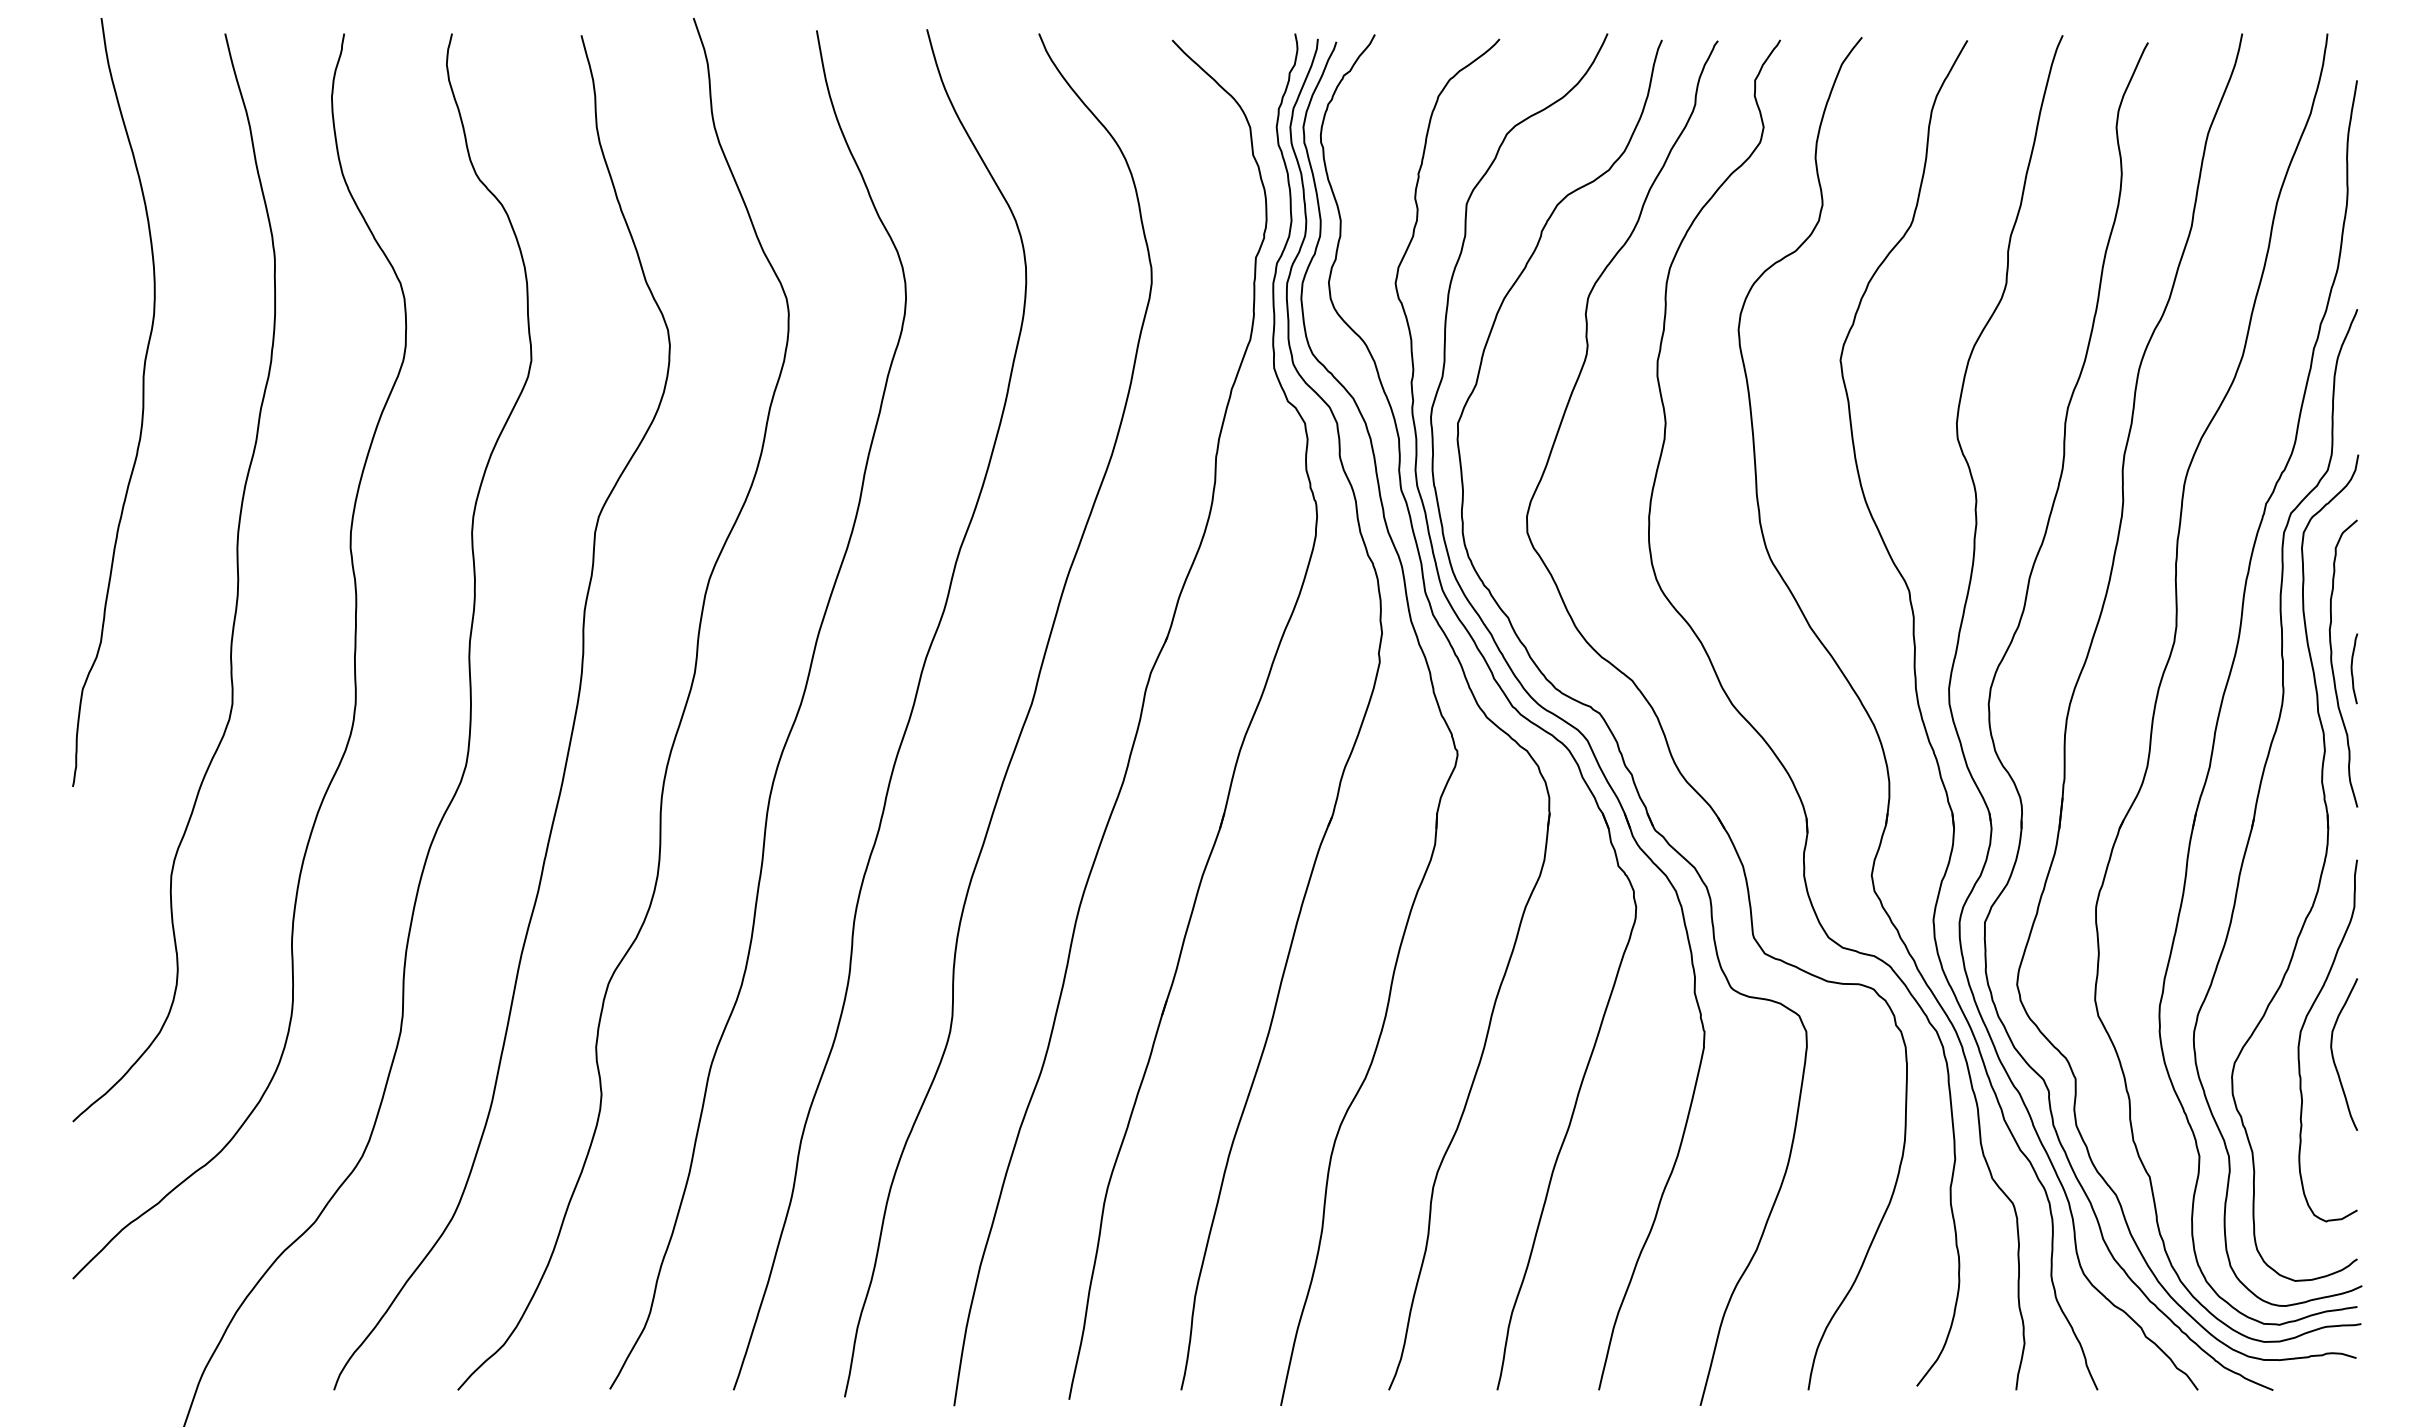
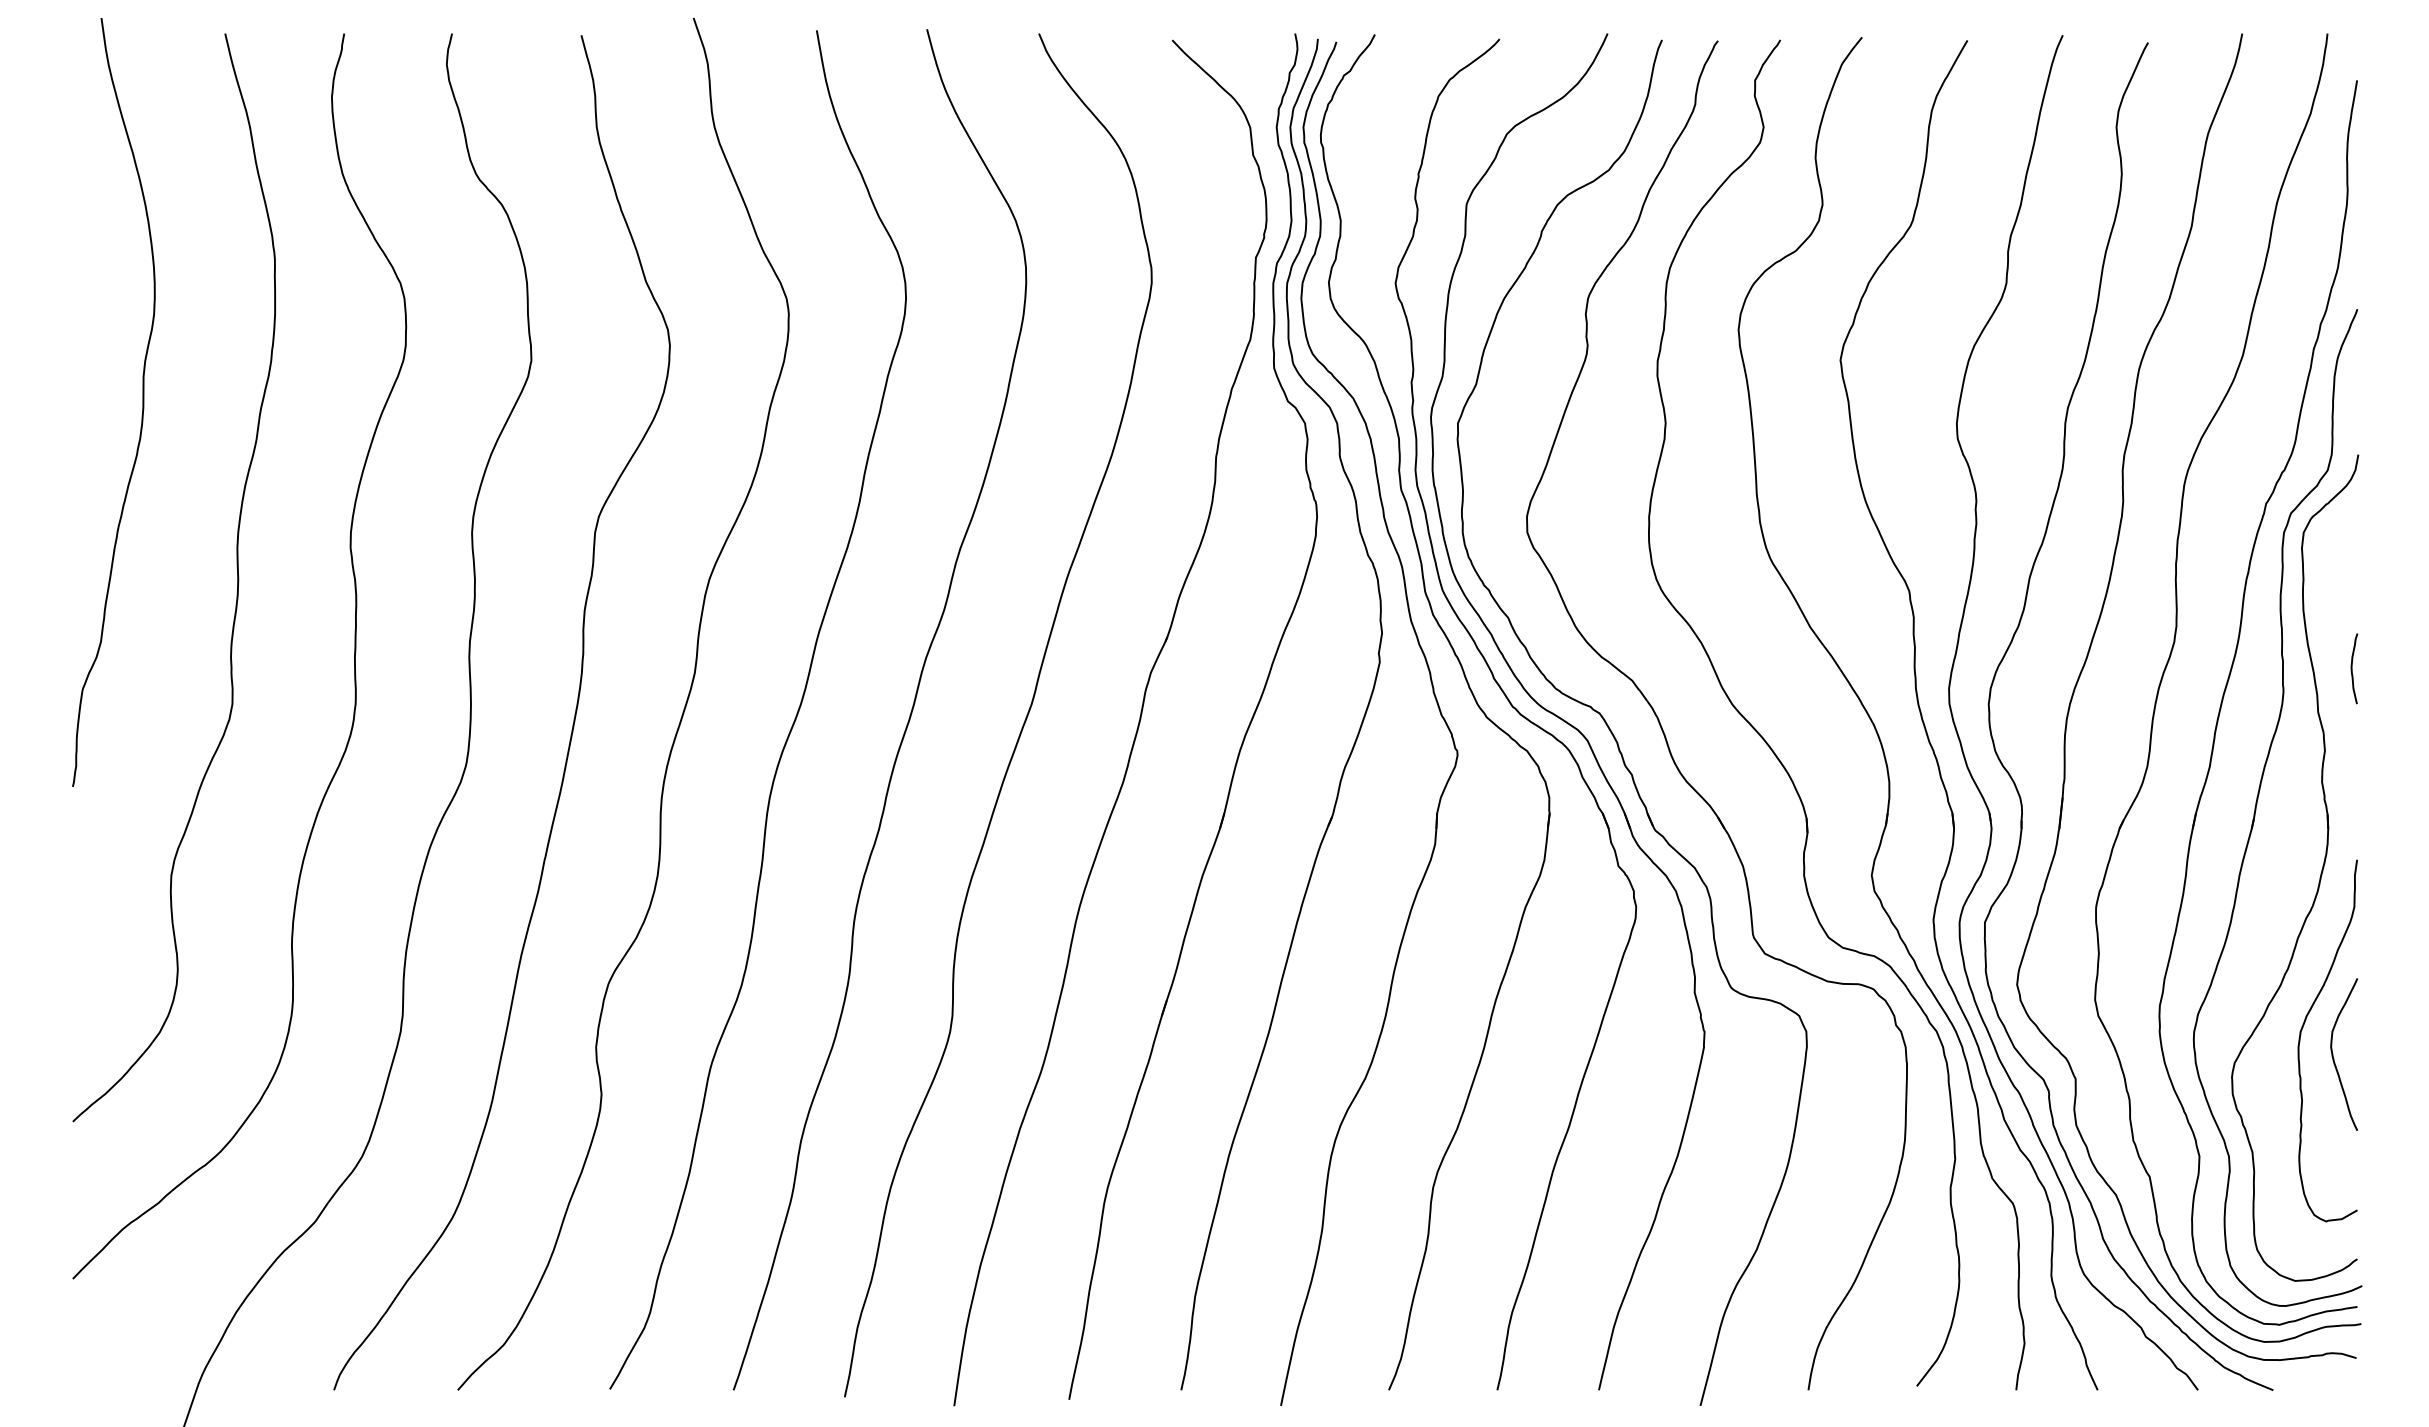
curve at (2333, 667): present -> none
